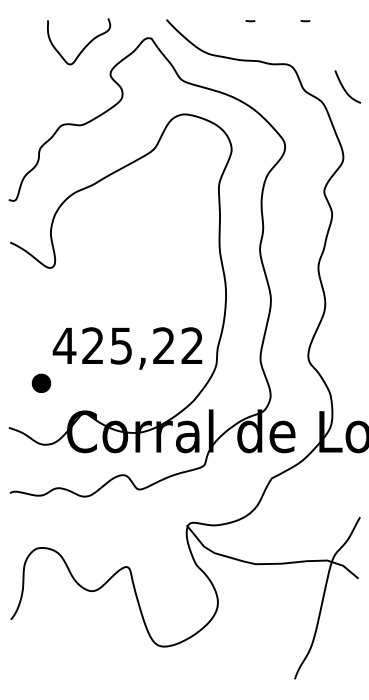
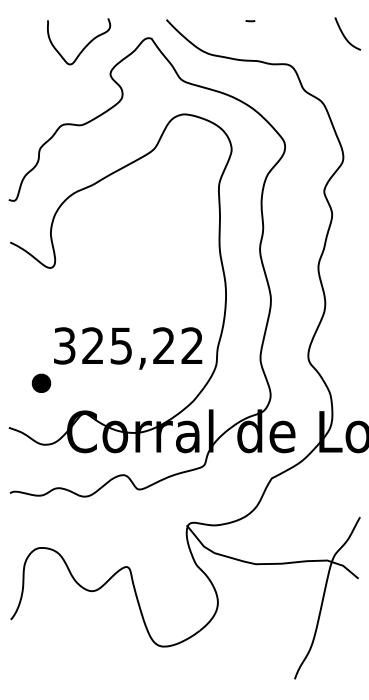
curve at (305, 21): present -> none
curve at (344, 87) position: (344, 87) -> (344, 34)
text at (64, 345): 425,22 -> 325,22
